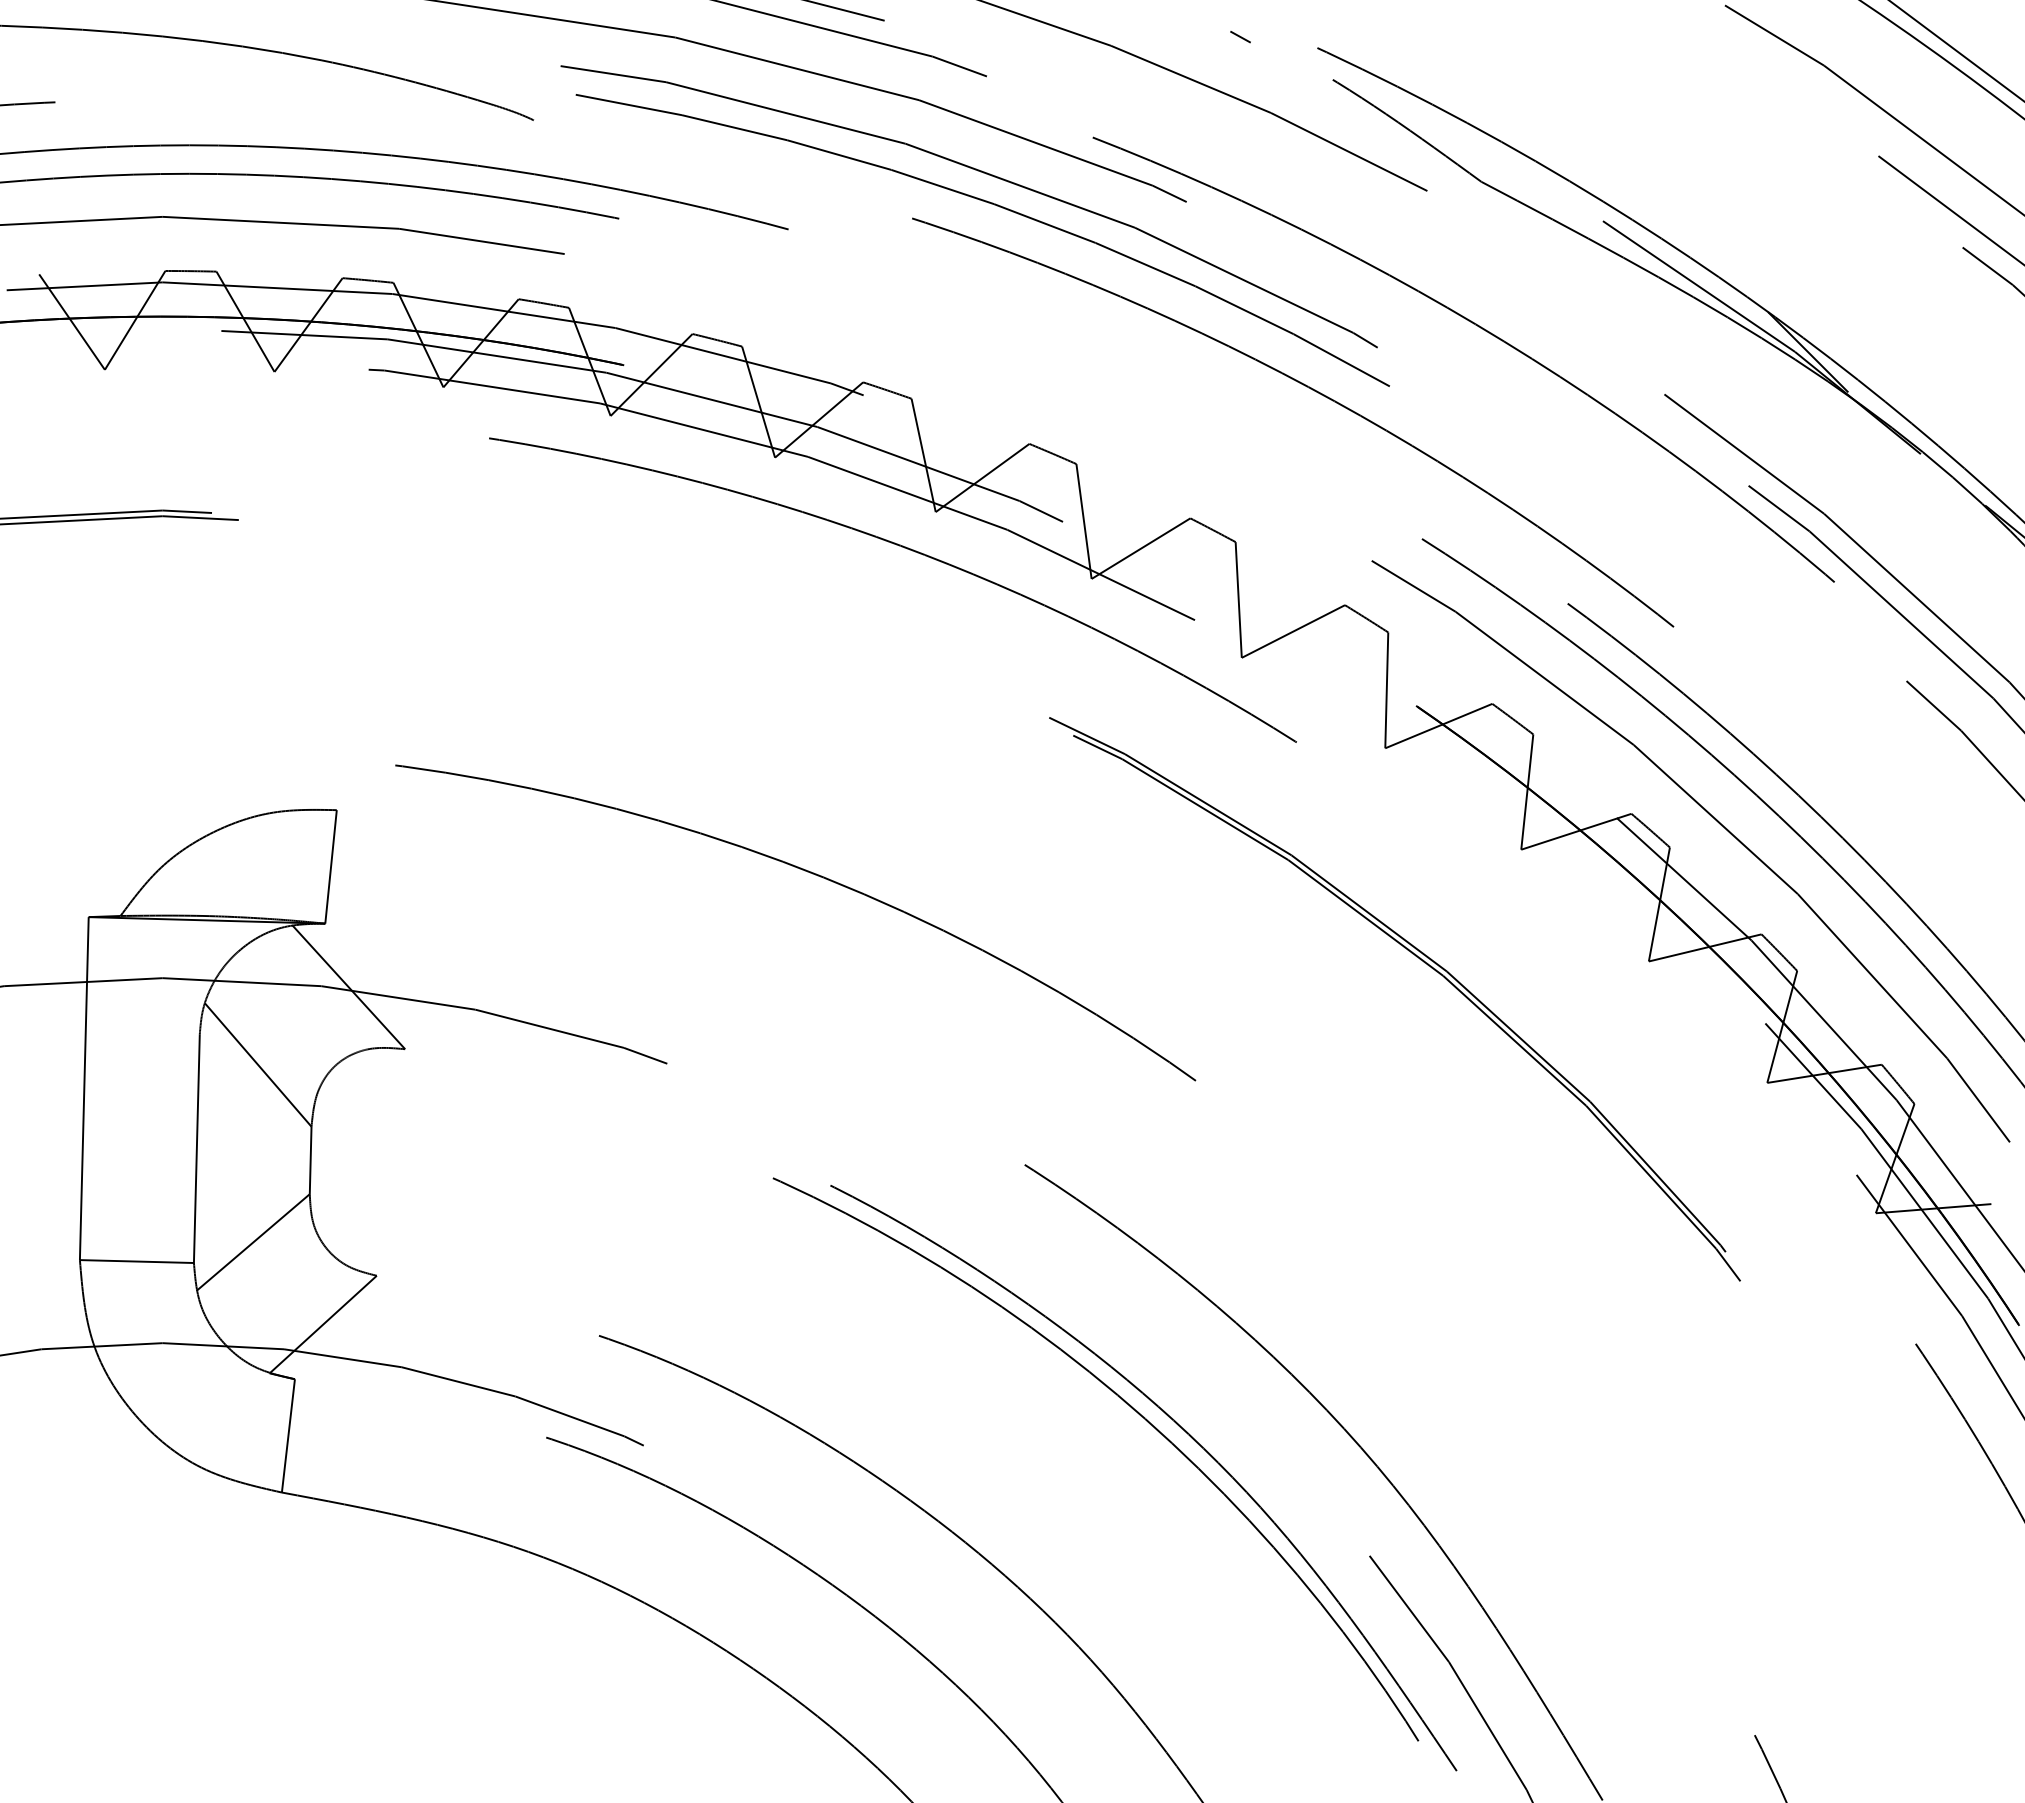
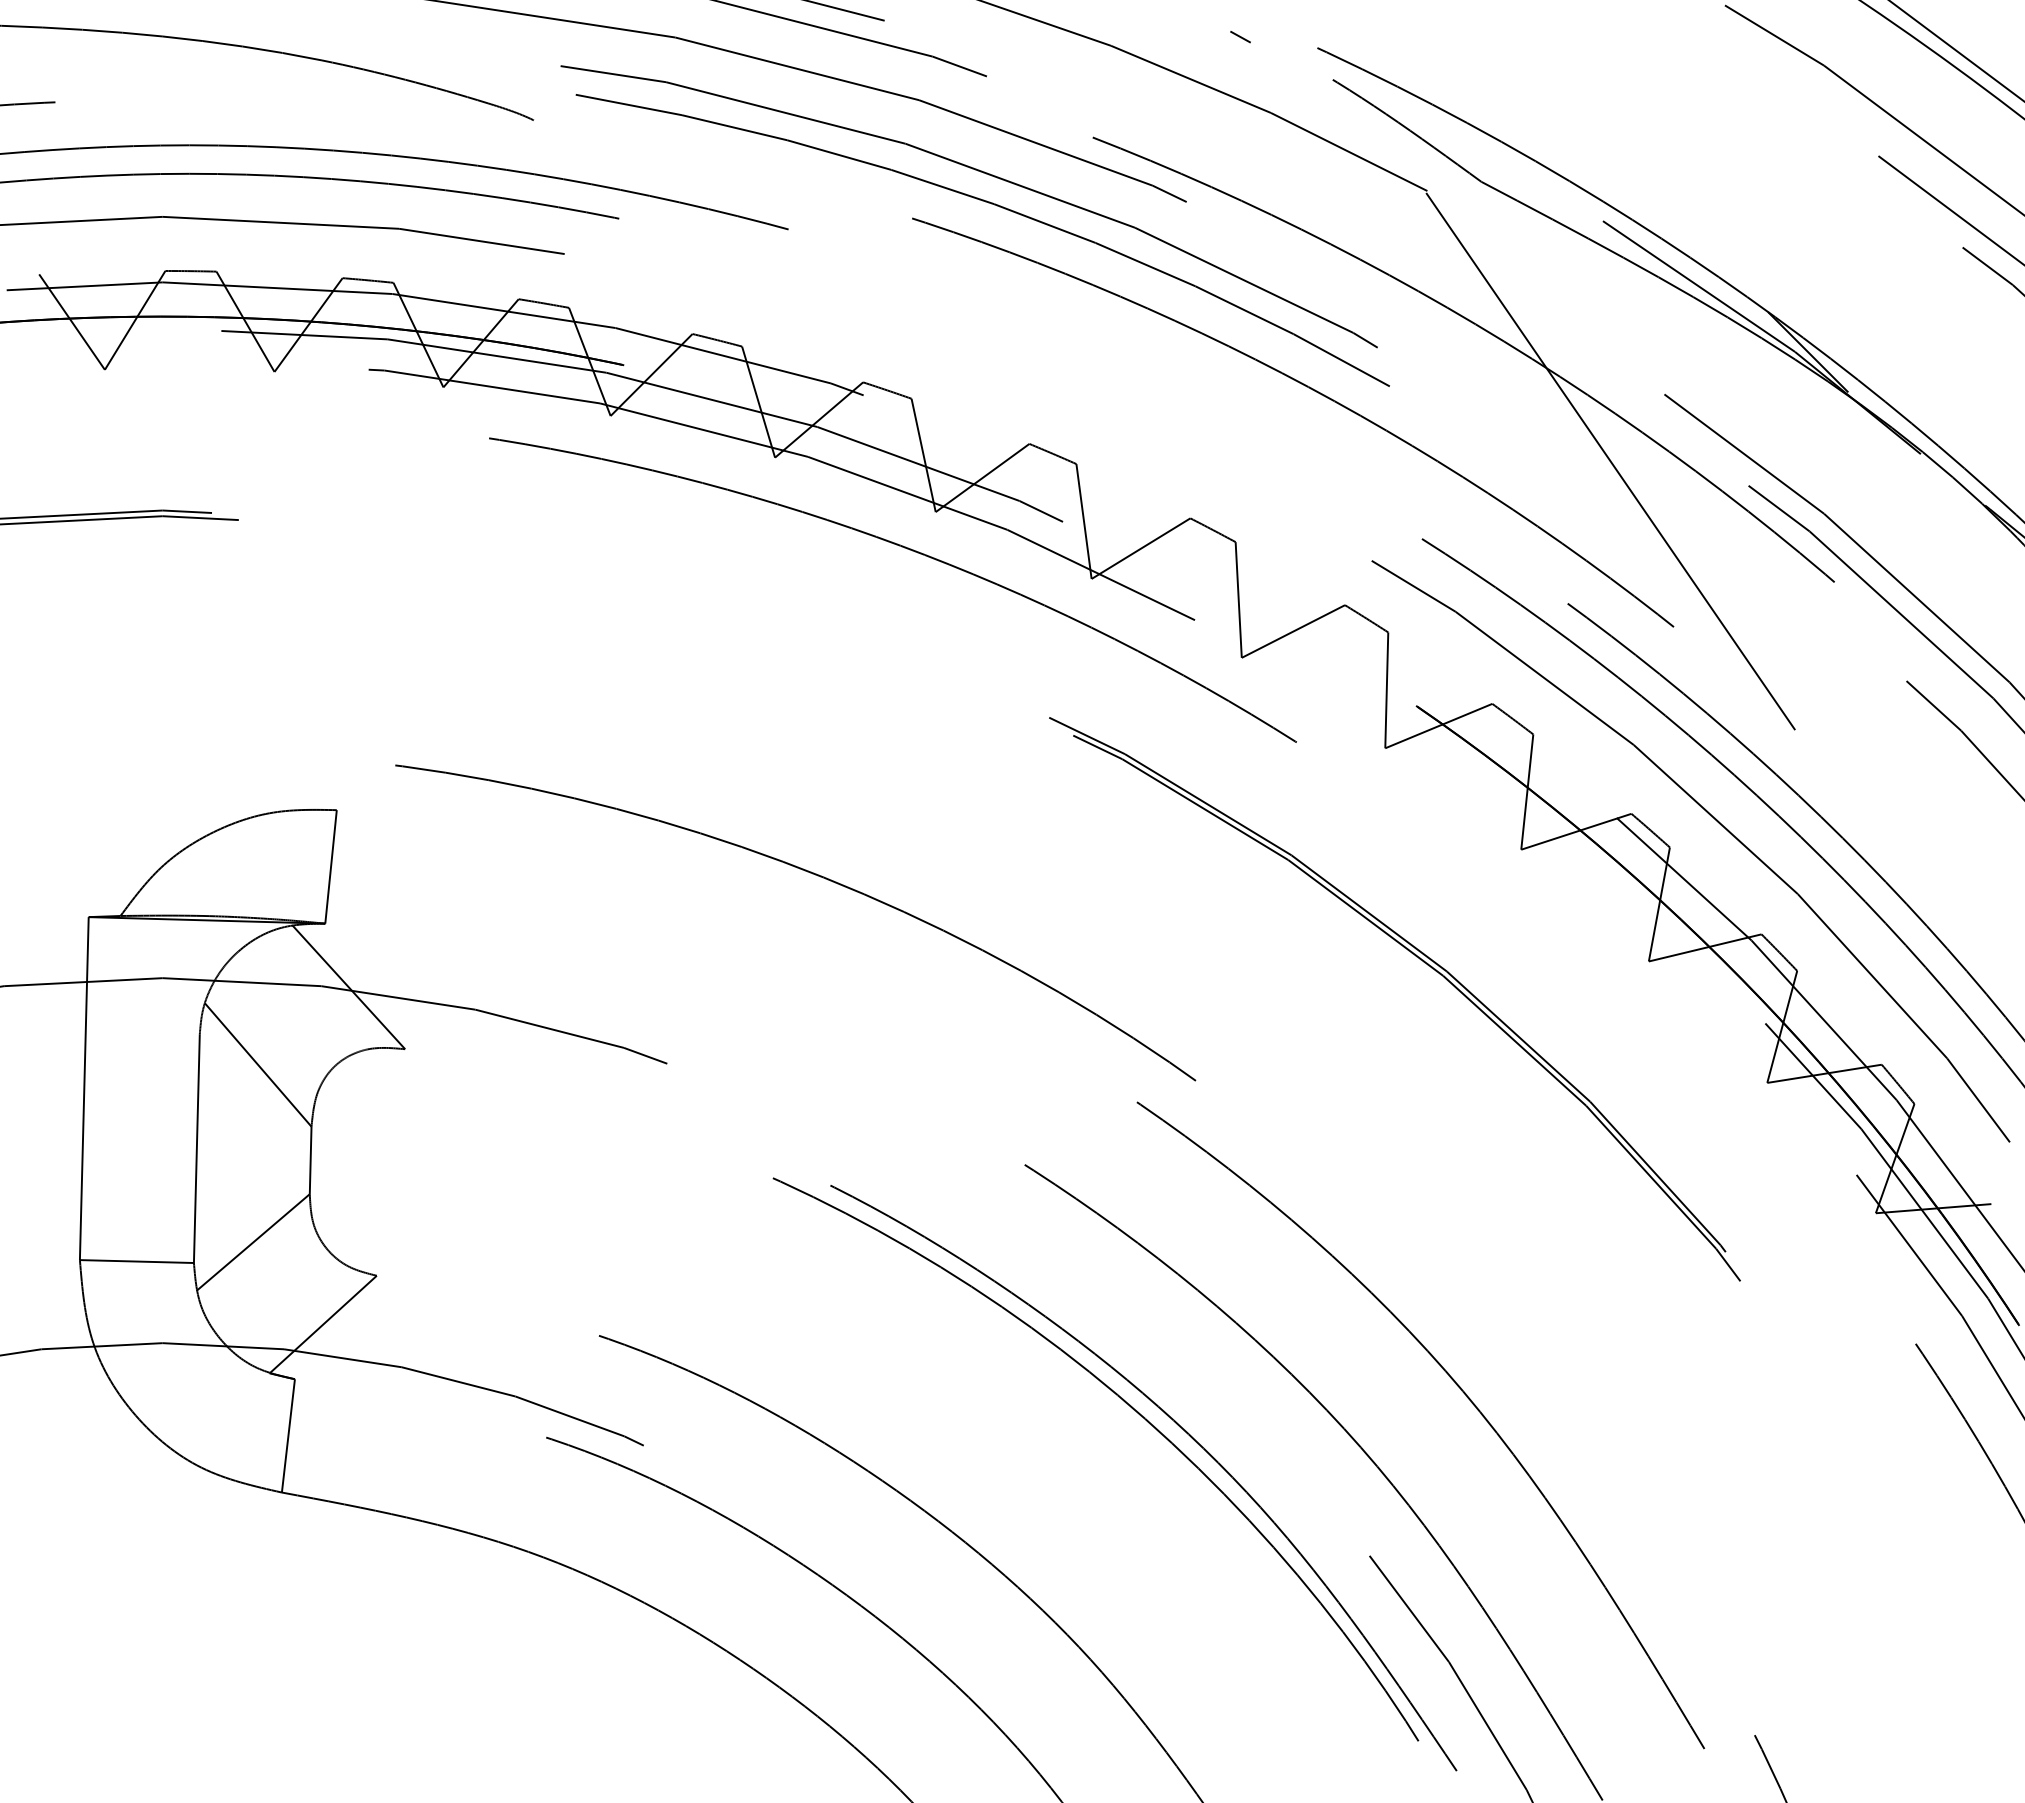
line at (1610, 461): none -> present
curve at (1462, 1392): none -> present
